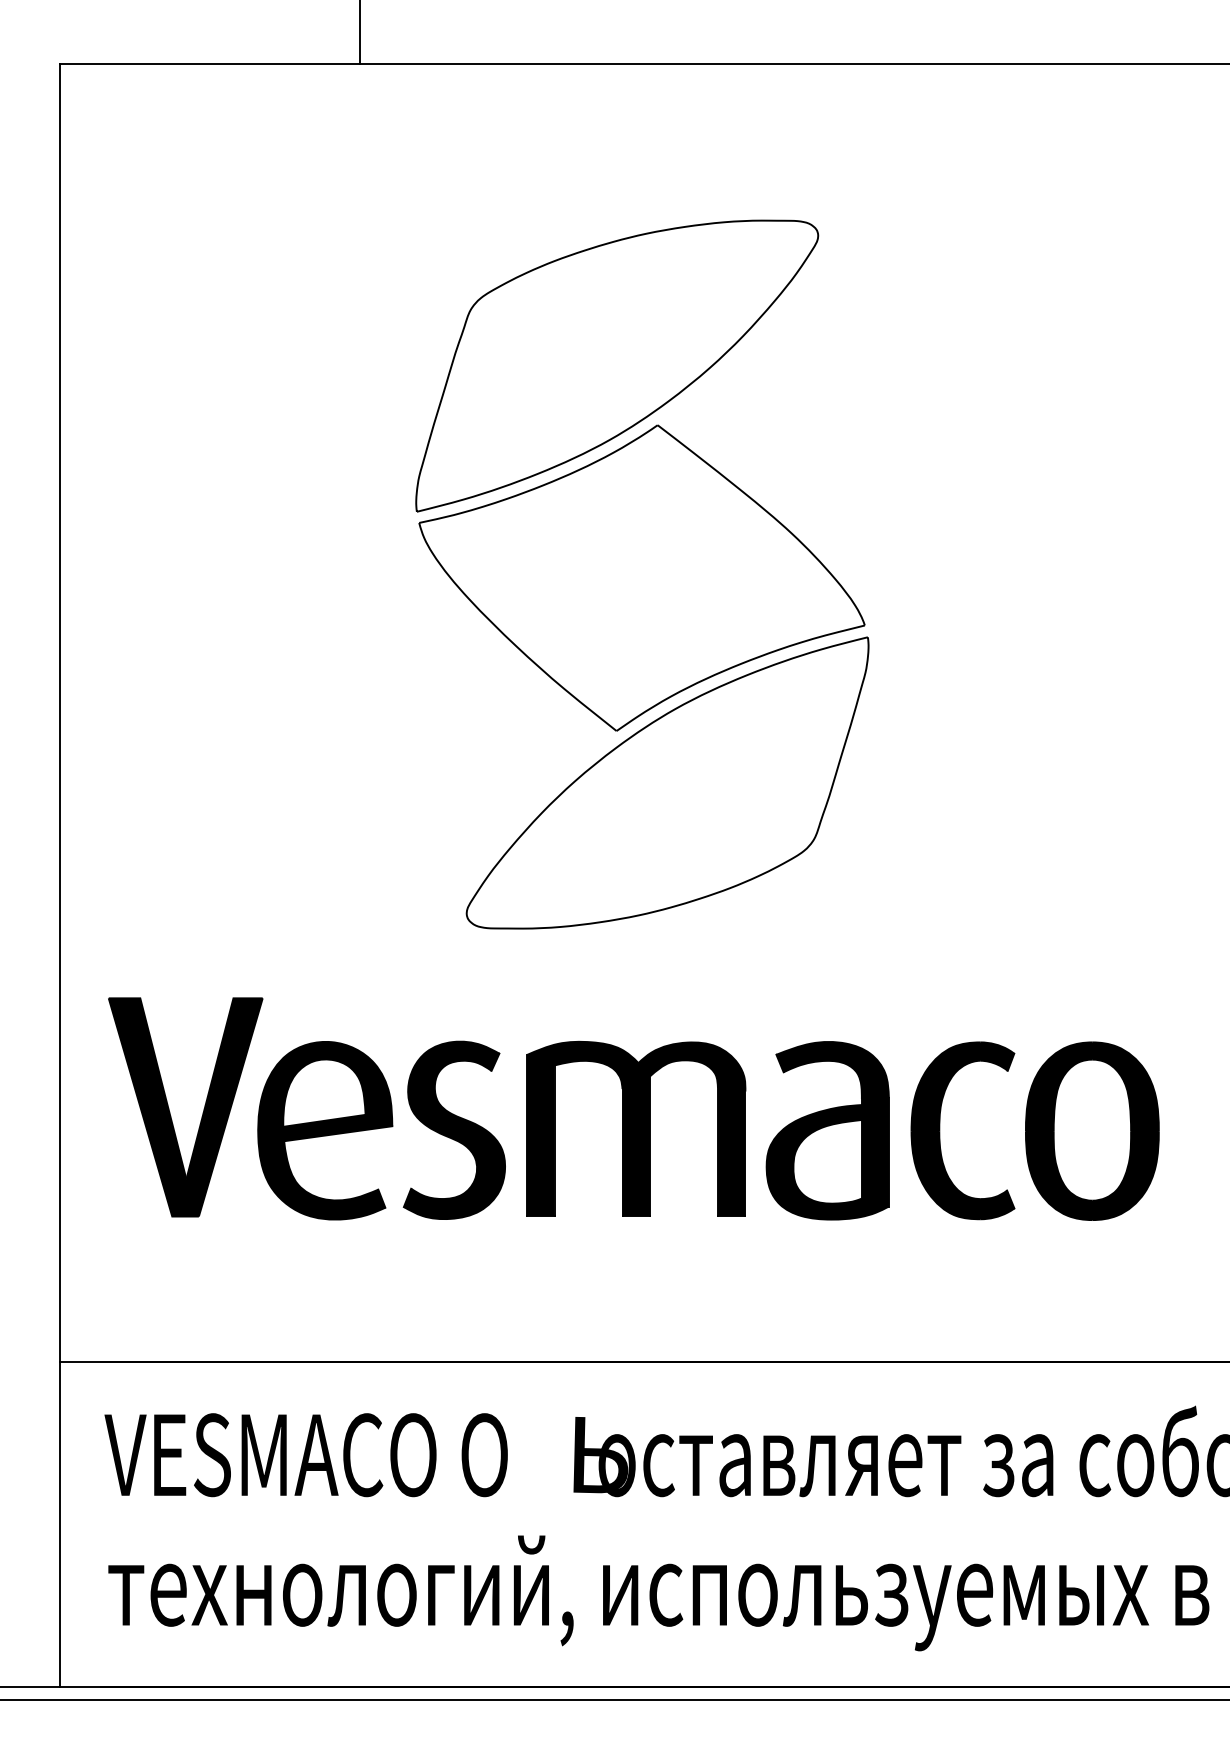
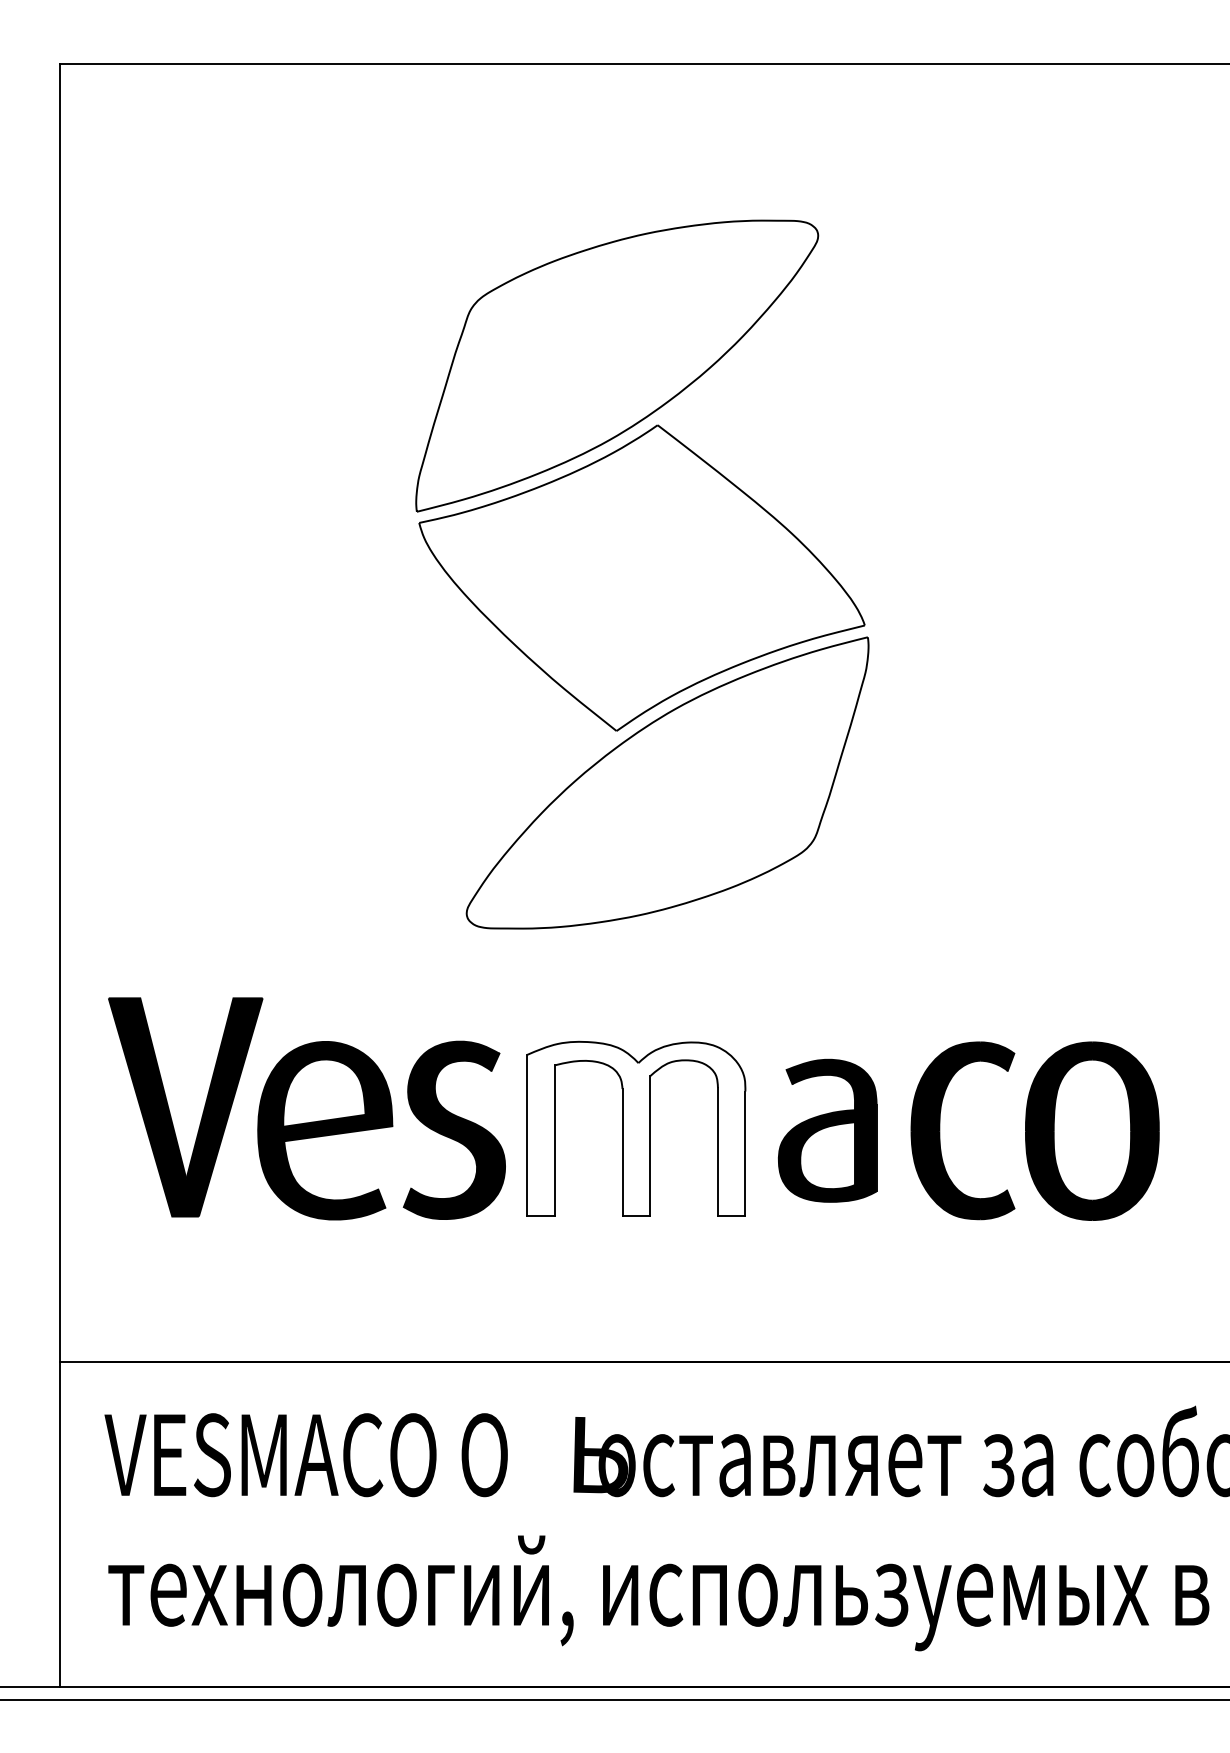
line at (359, 32): present -> none
fill at (636, 1128): present -> none
part at (827, 1130) size: 125x180 px -> 100x145 px
